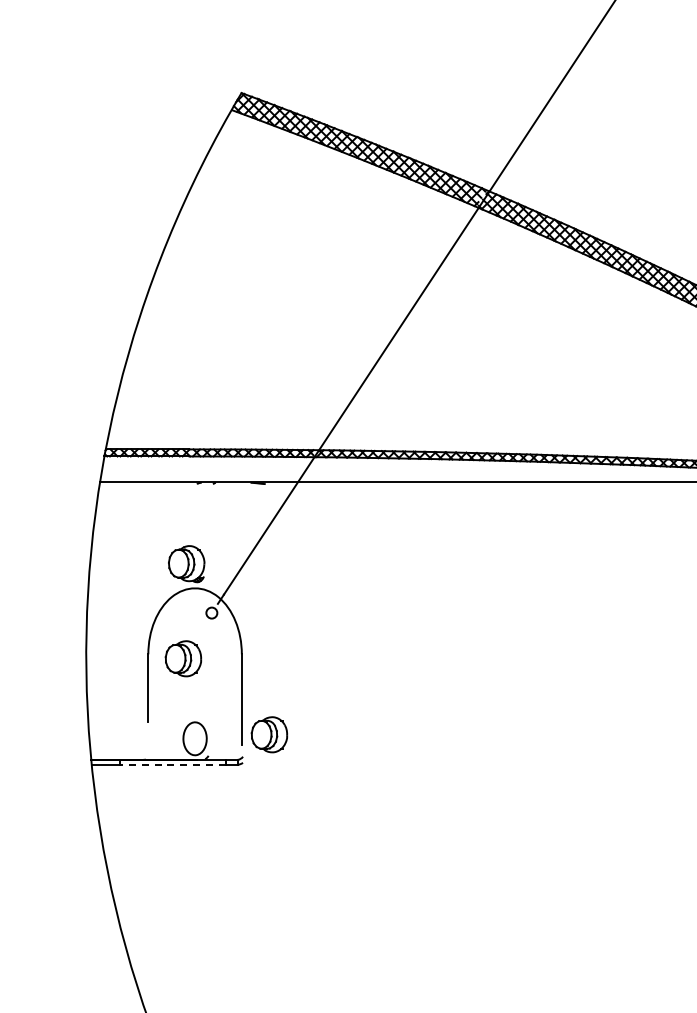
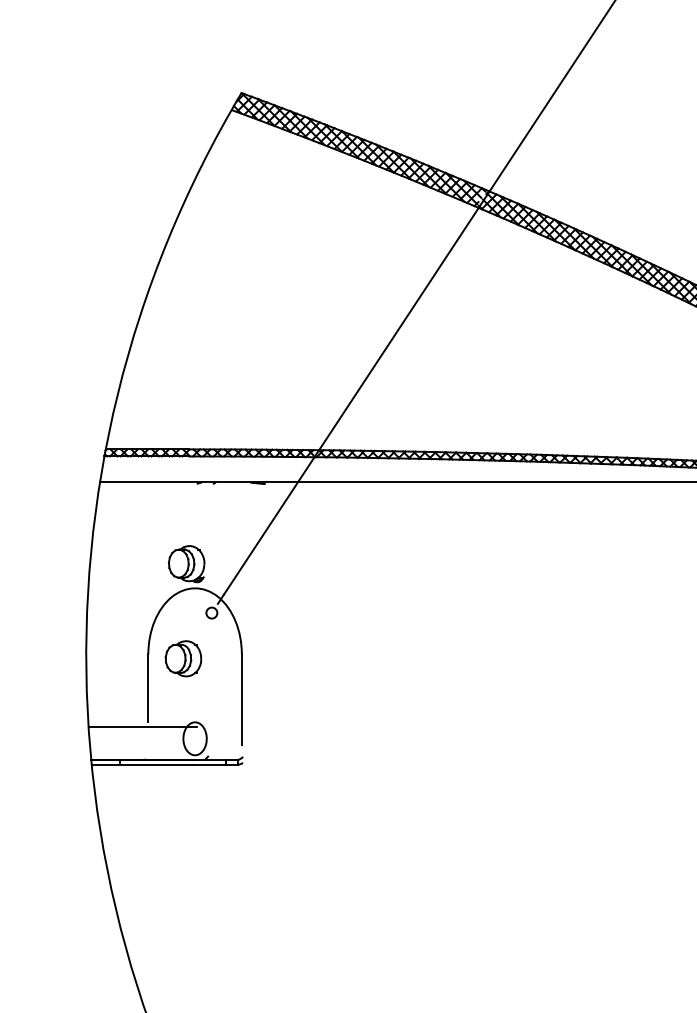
line at (142, 726): none -> present
part at (269, 734): present -> none
line at (172, 764): dashed -> solid
